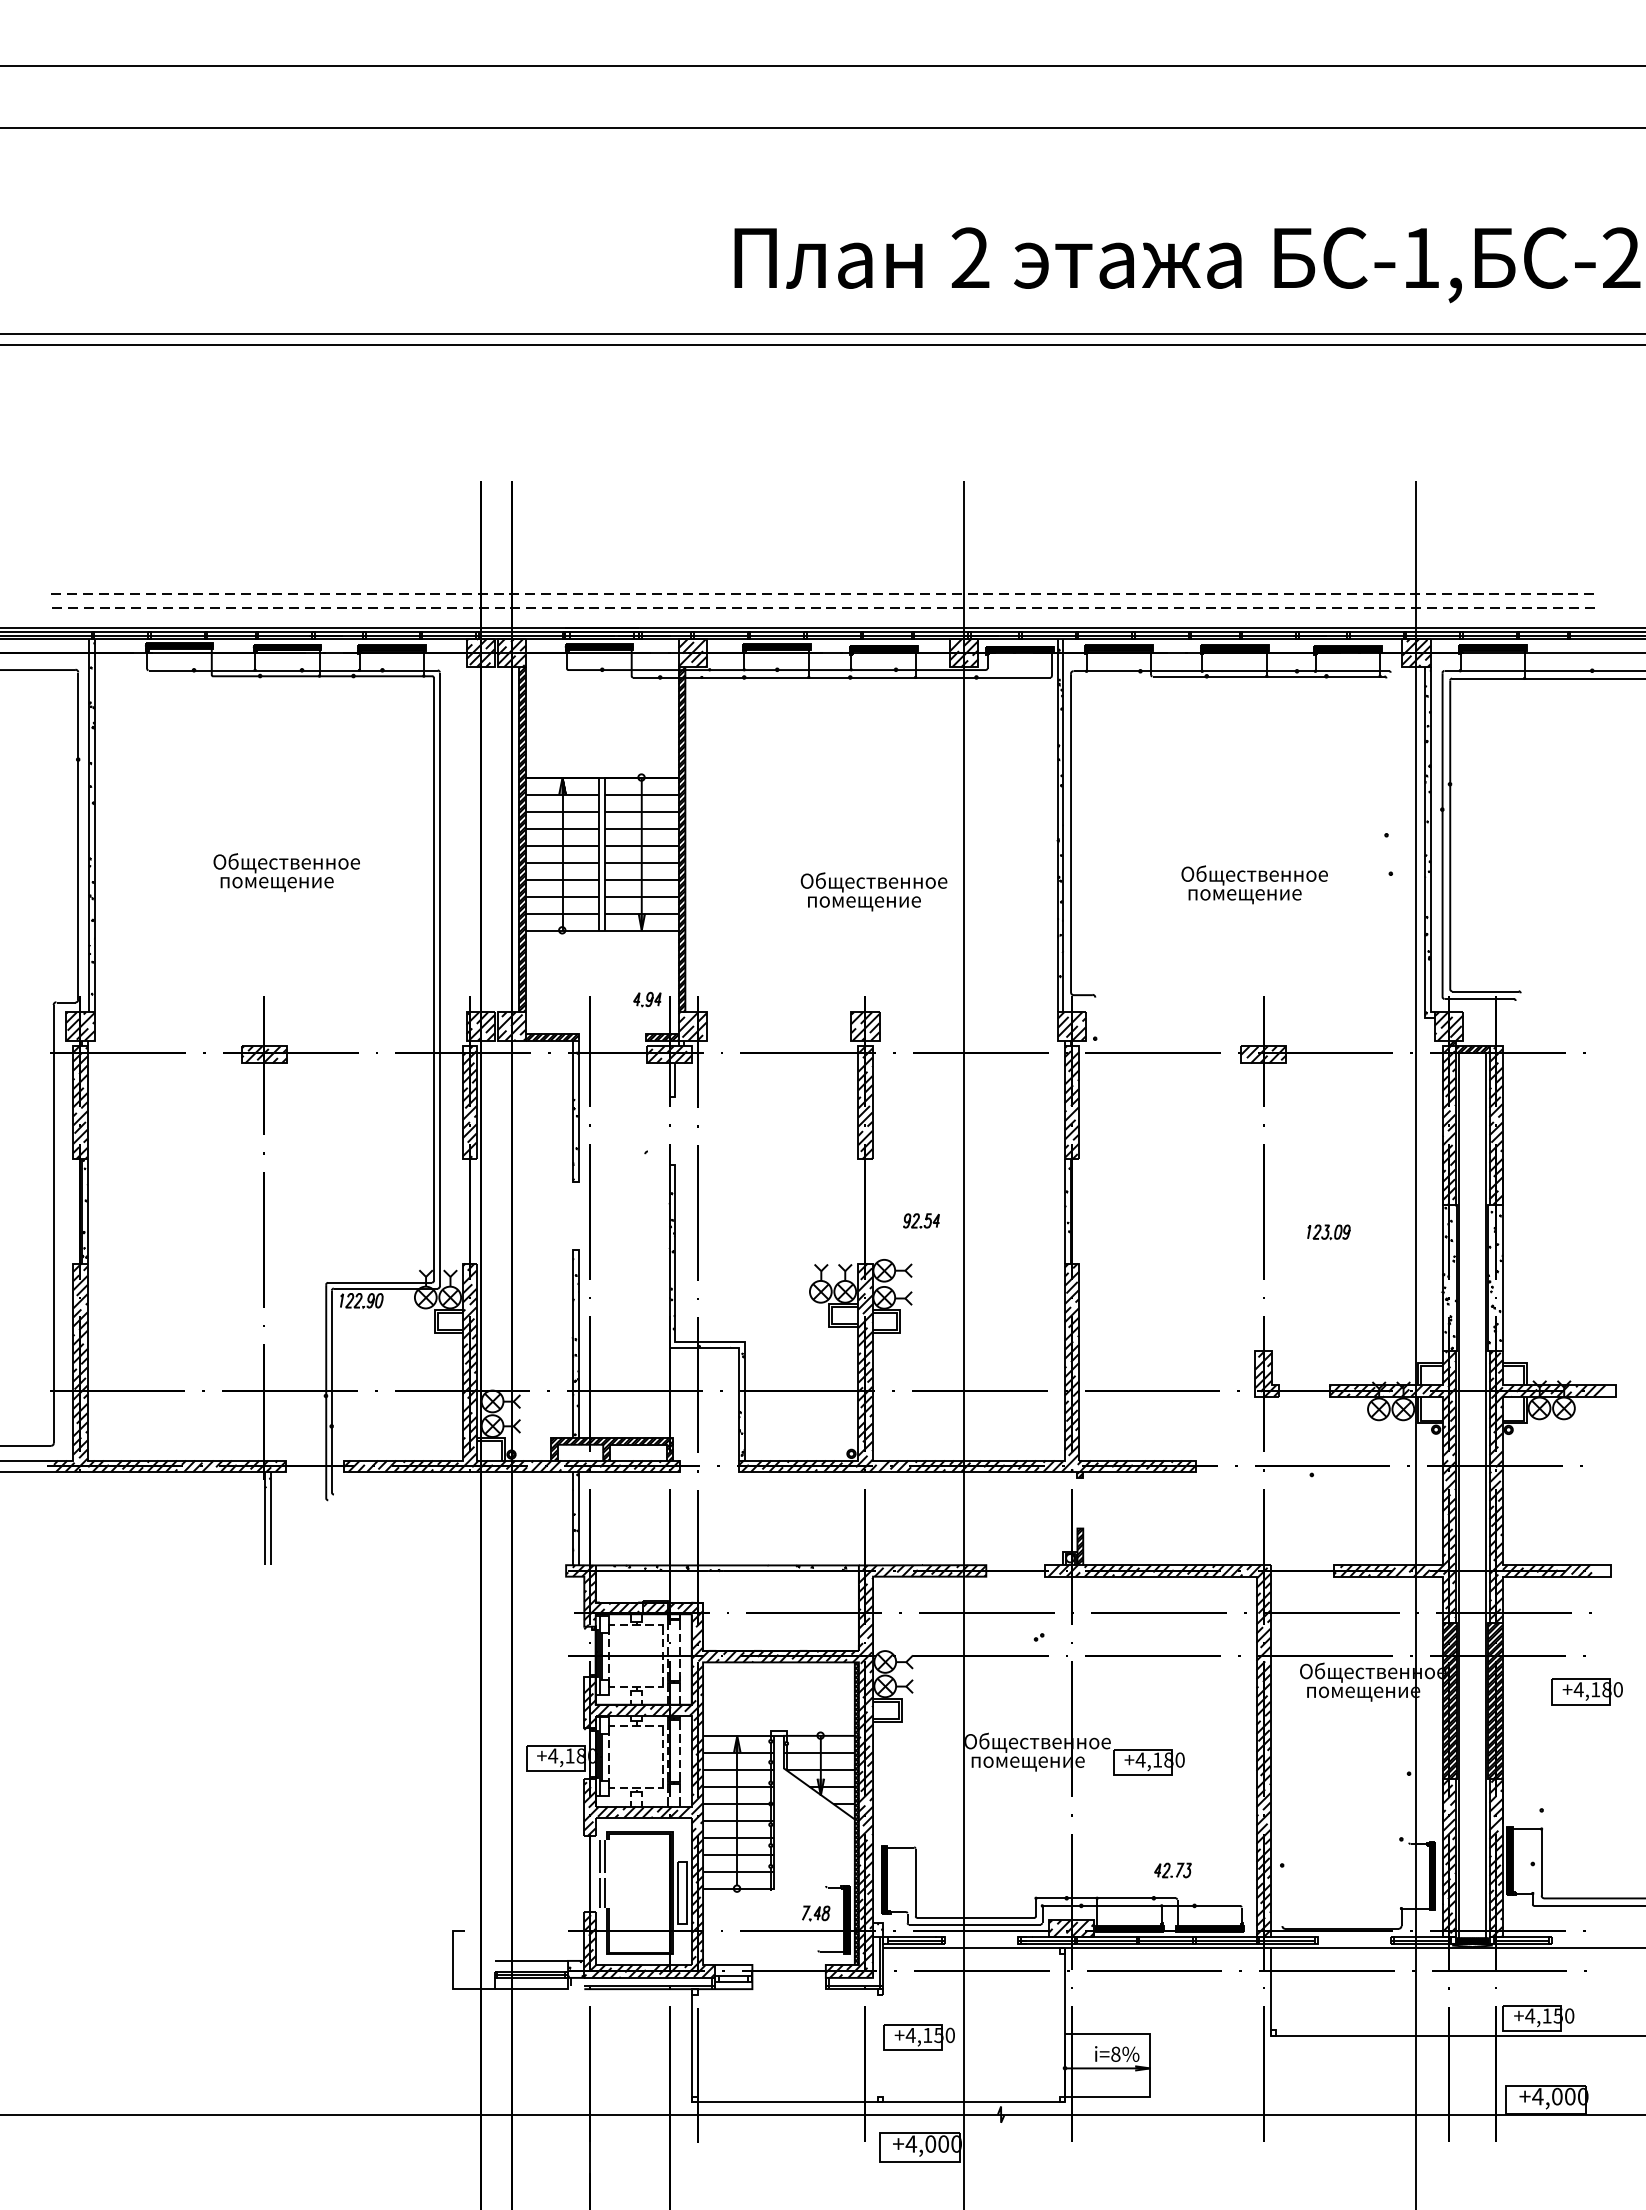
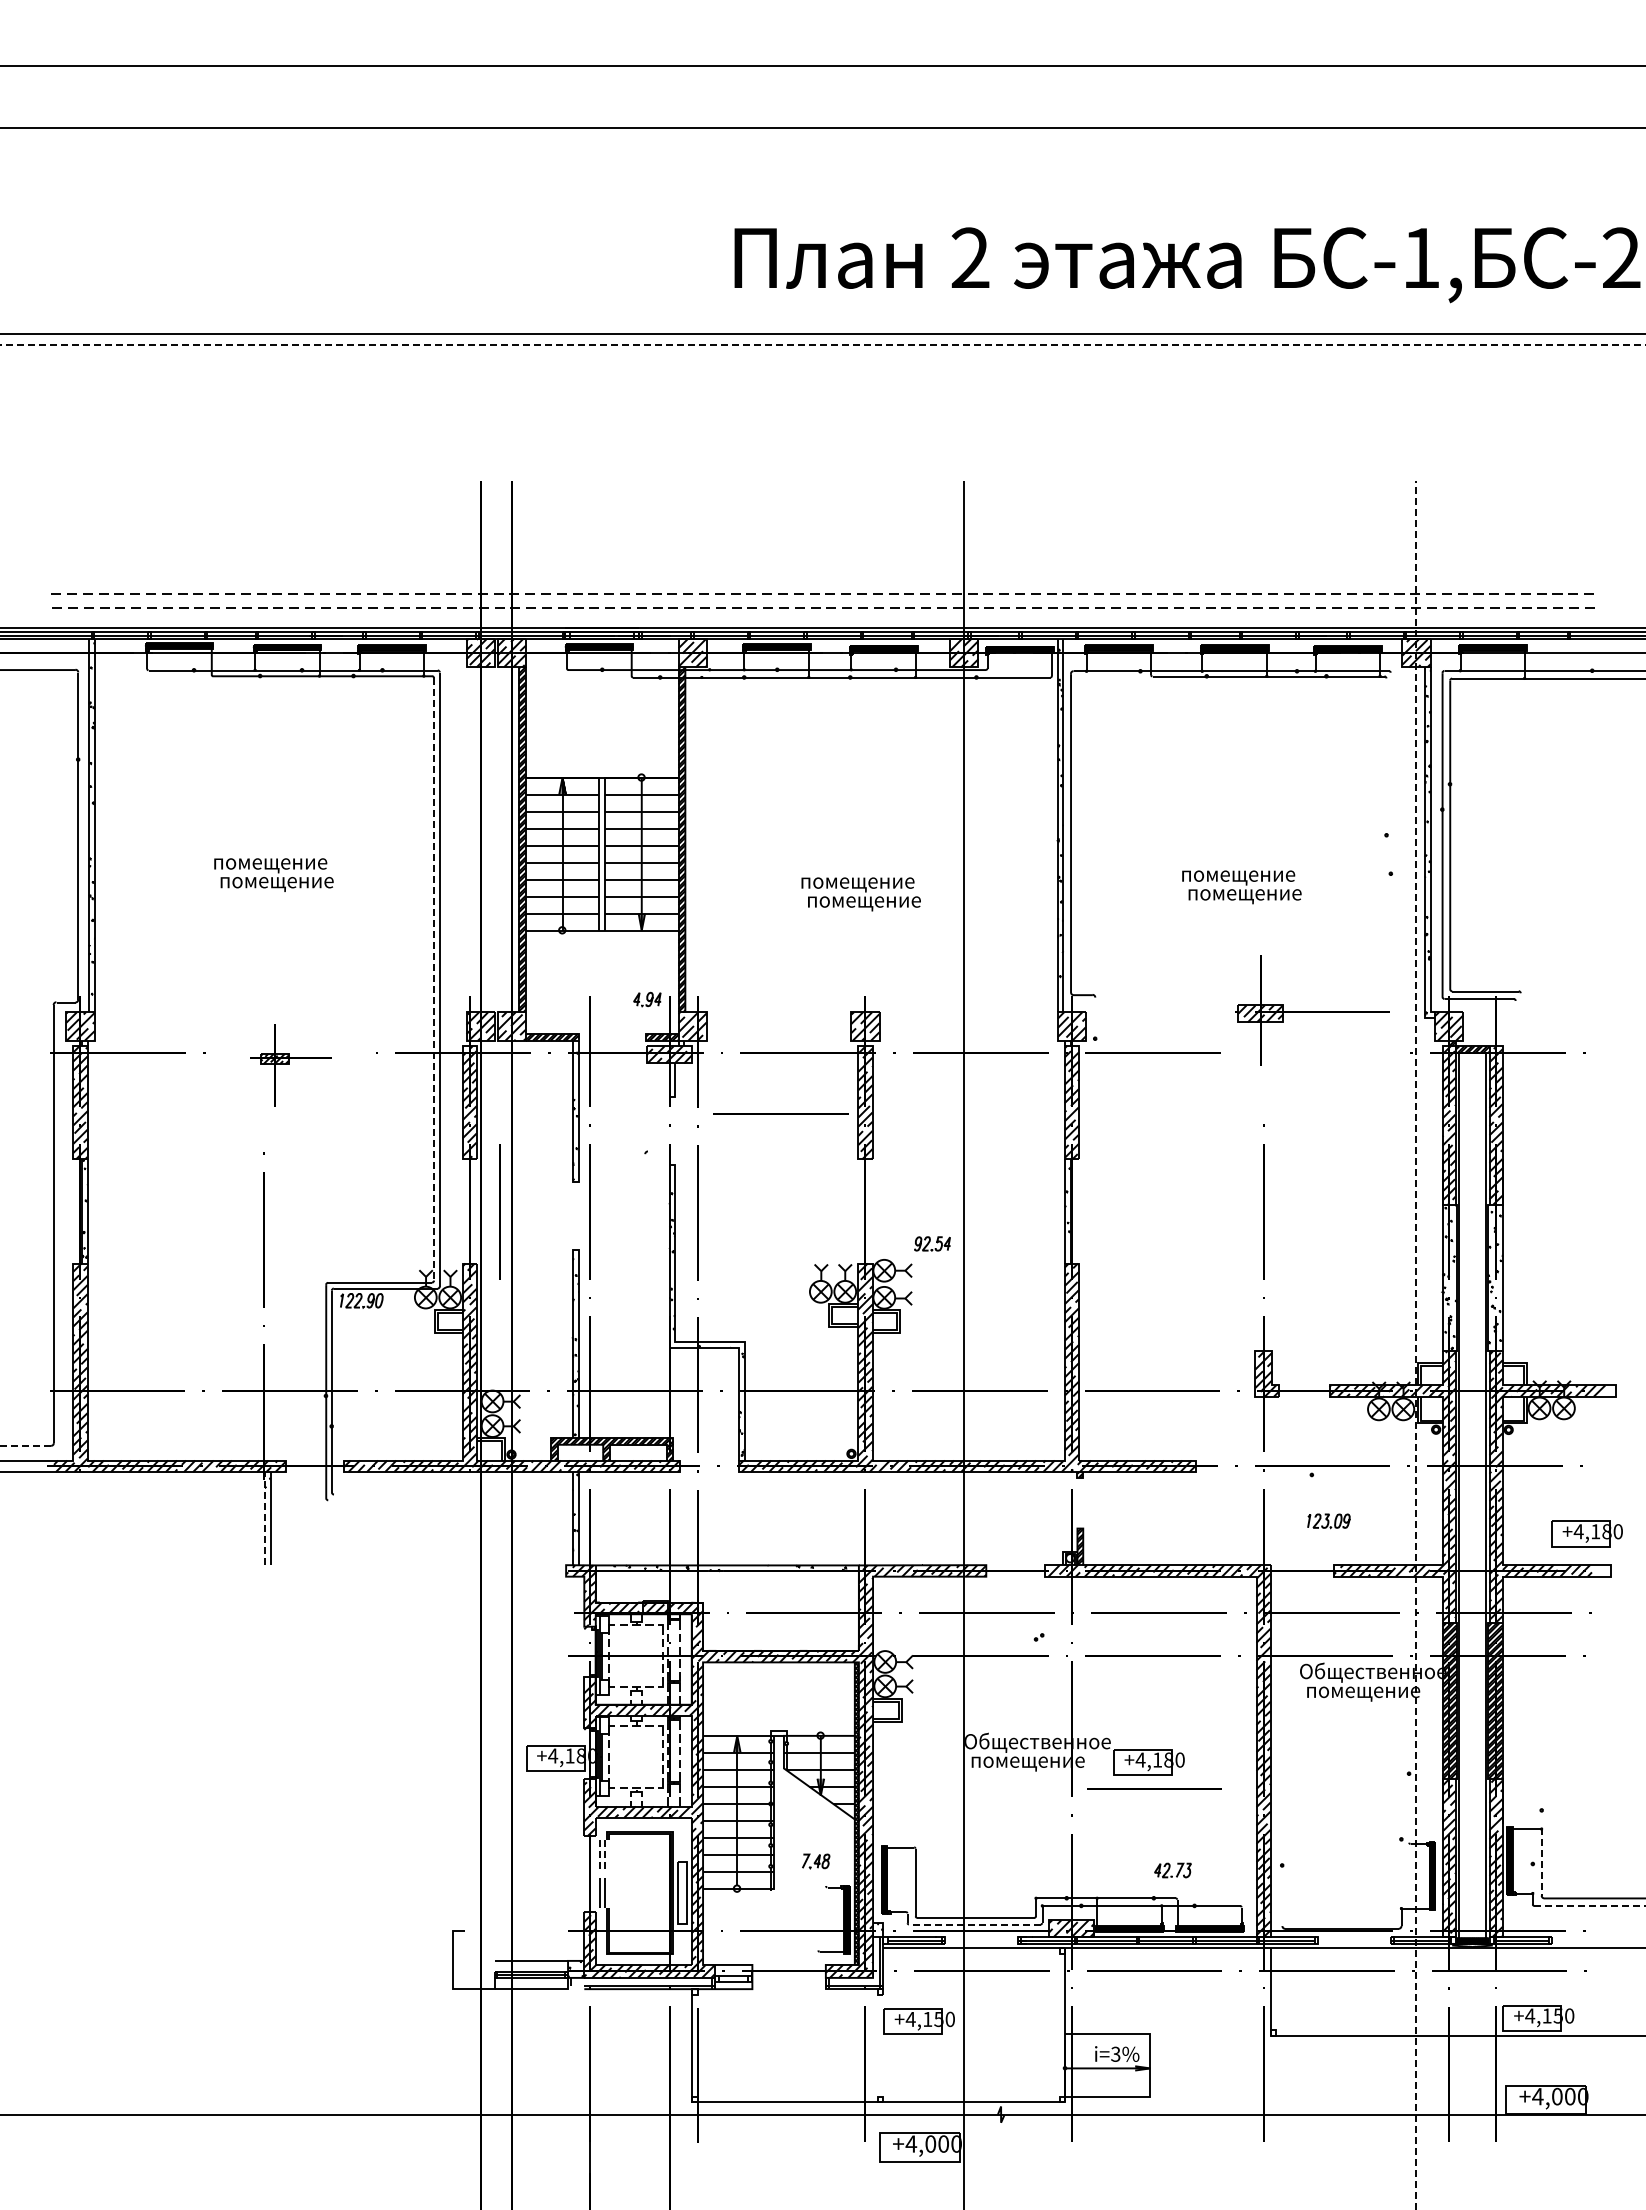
line at (823, 344): solid -> dashed
text at (286, 863): Общественное -> помещение
text at (1254, 875): Общественное -> помещение
text at (873, 882): Общественное -> помещение
line at (434, 980): solid -> dashed
part at (1315, 1051) position: (1315, 1051) -> (1312, 1010)
part at (290, 1065) size: 136x139 px -> 82x83 px
line at (780, 1113): none -> present
line at (499, 1211): none -> present
part at (921, 1220) position: (921, 1220) -> (932, 1243)
part at (1328, 1232) position: (1328, 1232) -> (1328, 1521)
line at (1416, 1345): solid -> dashed
line at (25, 1446): solid -> dashed
line at (265, 1518): solid -> dashed
part at (1586, 1691) position: (1586, 1691) -> (1586, 1533)
line at (1154, 1788): none -> present
line at (599, 1857): solid -> dashed
line at (605, 1857): solid -> dashed
line at (1541, 1860): solid -> dashed
line at (1590, 1906): solid -> dashed
part at (816, 1913) position: (816, 1913) -> (816, 1861)
line at (975, 1924): solid -> dashed
part at (918, 2037) position: (918, 2037) -> (918, 2021)
text at (1115, 2053): i=8% -> i=3%
